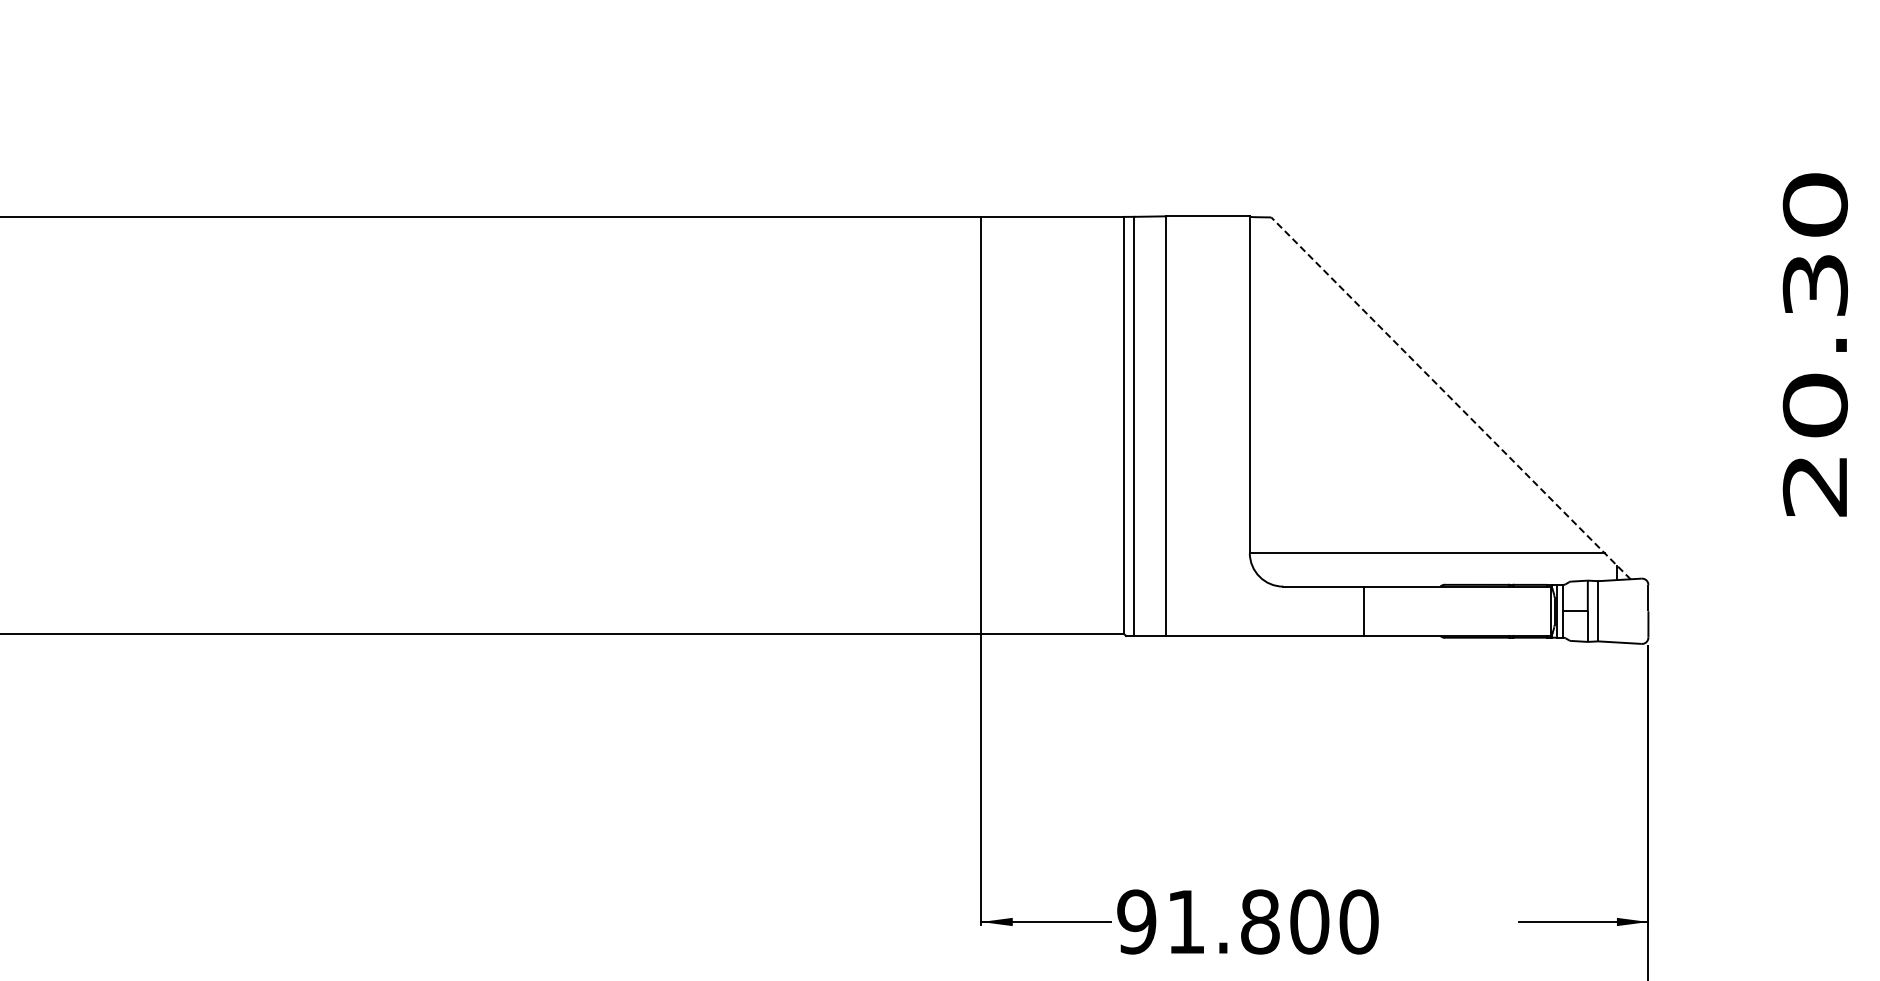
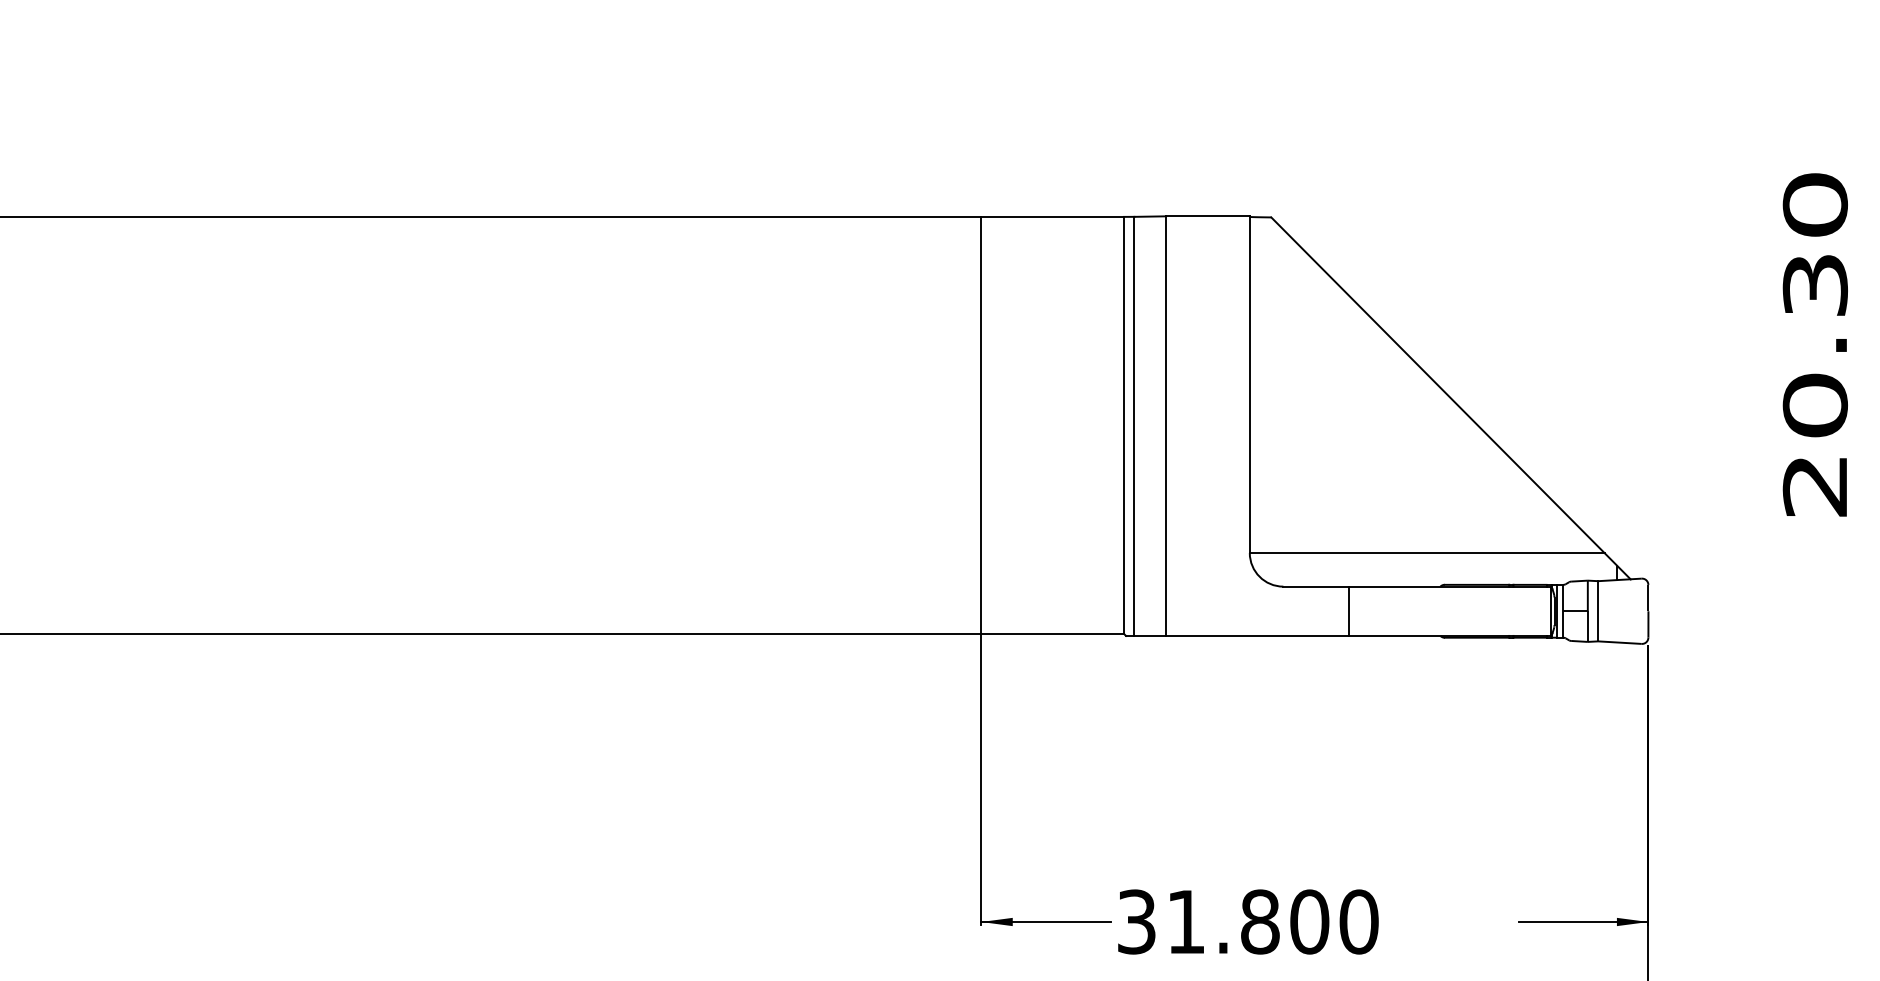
line at (1450, 398): dashed -> solid
line at (1363, 610) position: (1363, 610) -> (1348, 610)
text at (1136, 921): 91.800 -> 31.800
